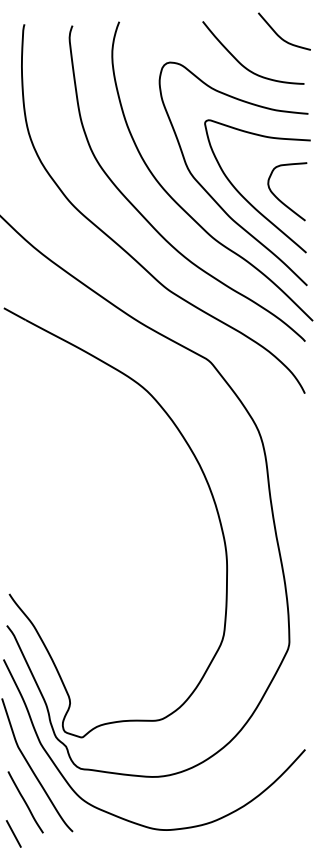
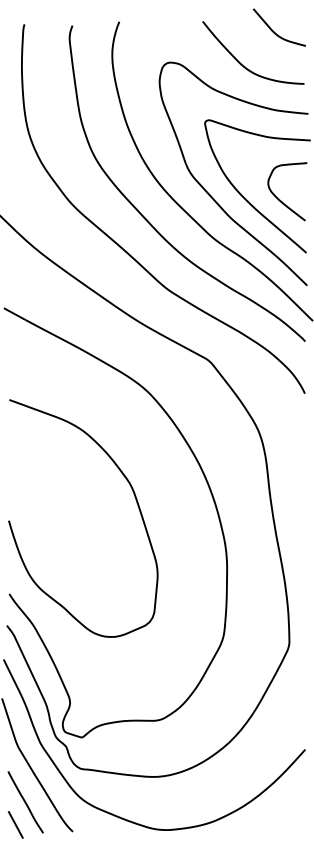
curve at (279, 35) position: (279, 35) -> (274, 31)
curve at (135, 500): none -> present
line at (13, 833) position: (13, 833) -> (15, 824)
